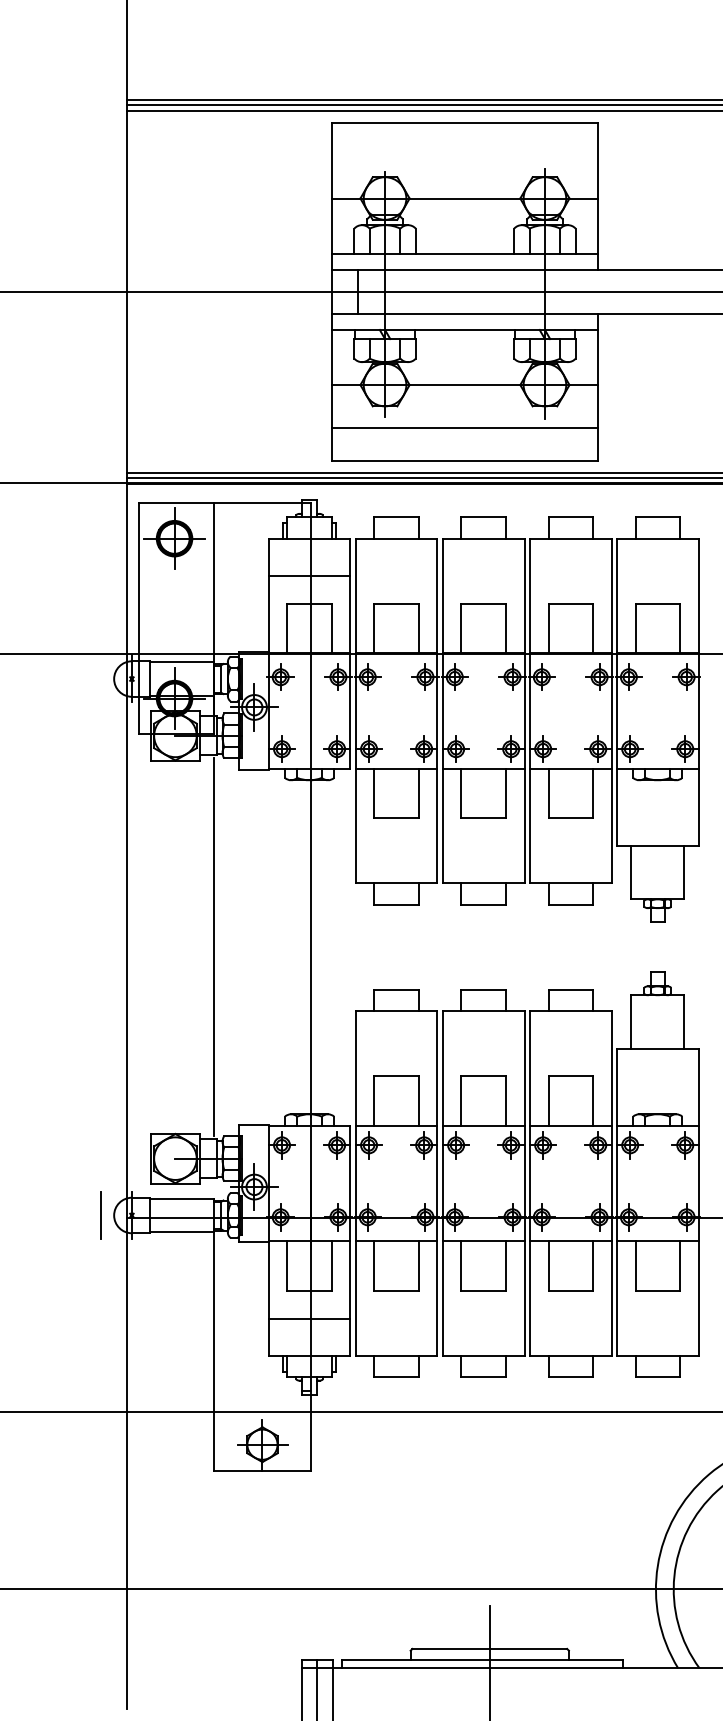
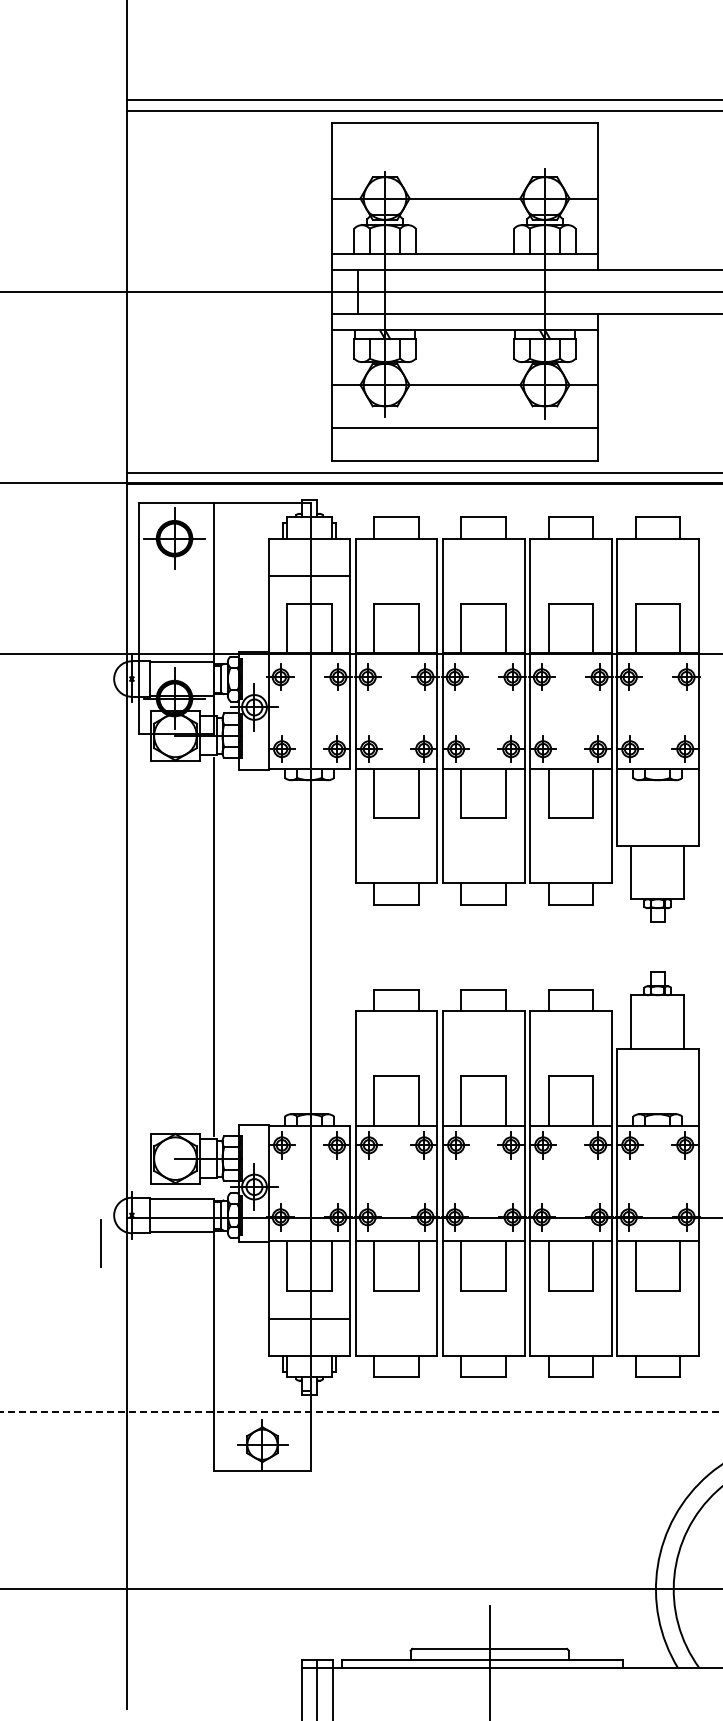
line at (423, 105): present -> none
line at (423, 478): present -> none
line at (100, 1215) position: (100, 1215) -> (100, 1243)
line at (361, 1411): solid -> dashed
